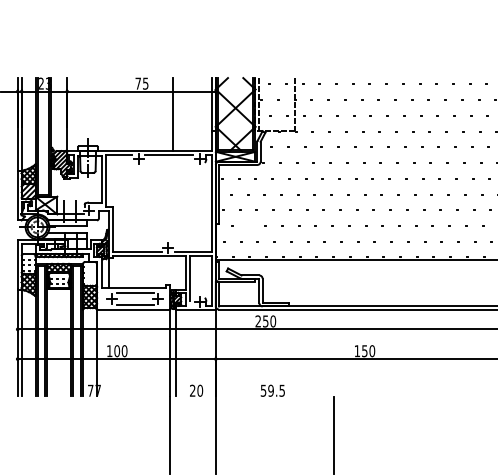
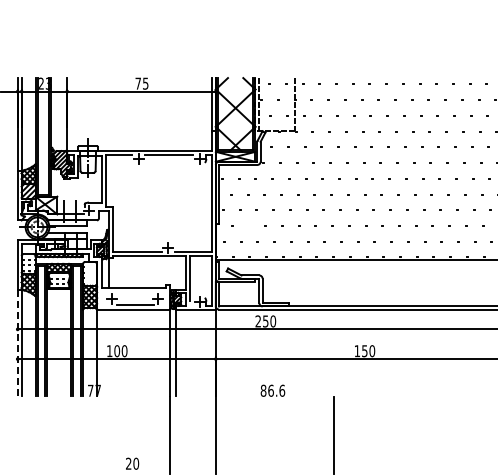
line at (172, 114): present -> none
line at (134, 292): present -> none
line at (17, 342): solid -> dashed
text at (196, 390) position: (196, 390) -> (132, 463)
text at (272, 390): 59.5 -> 86.6
